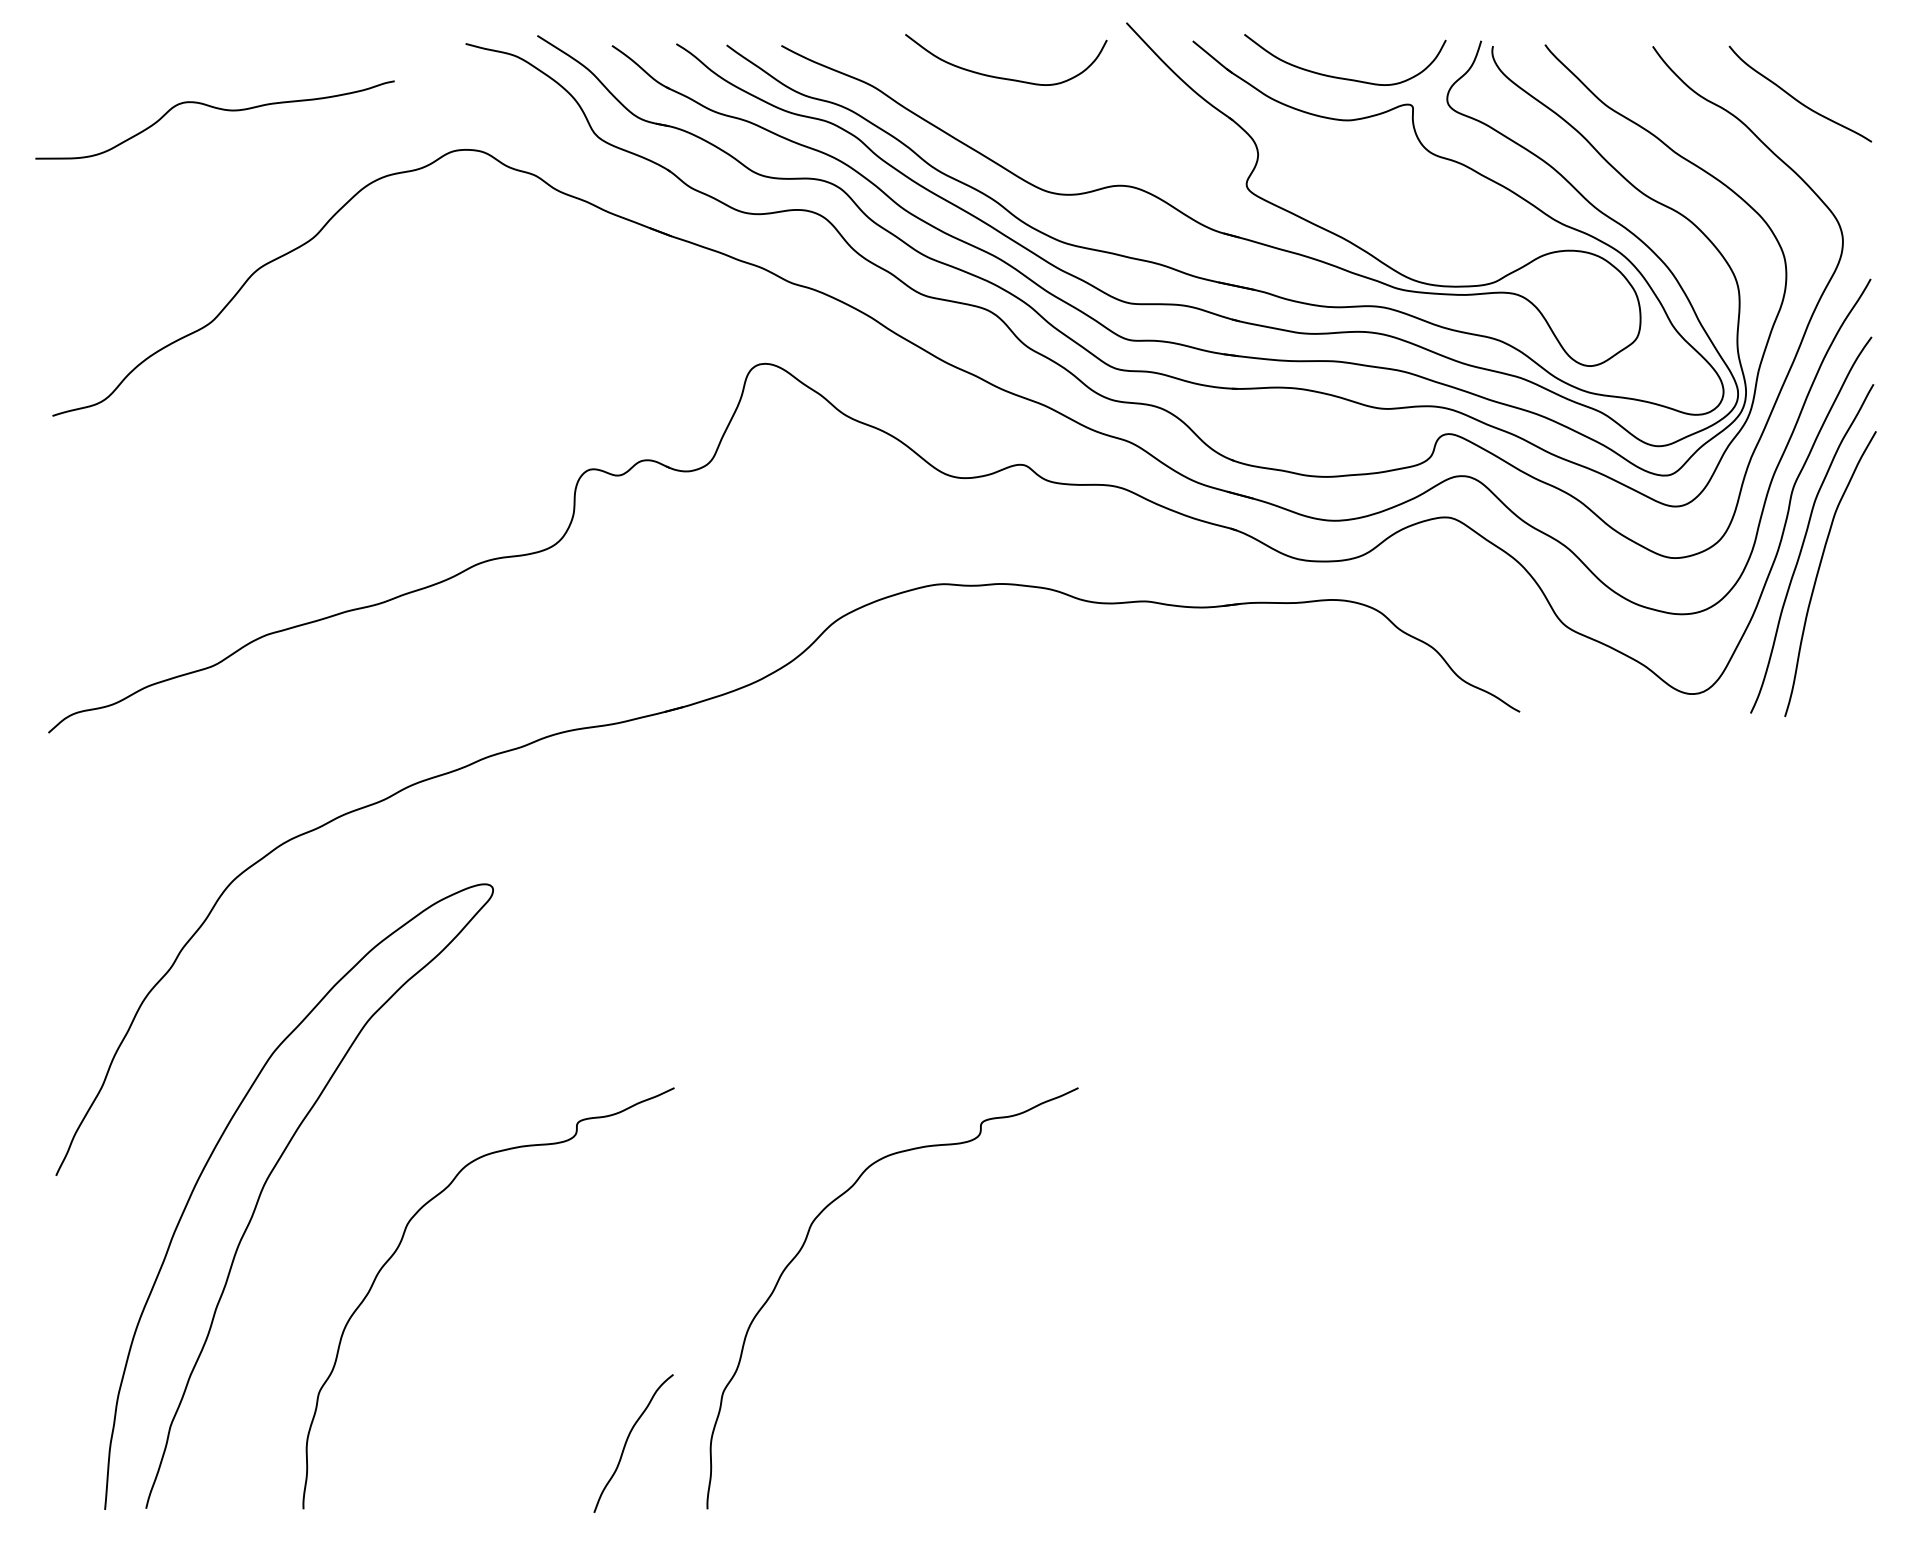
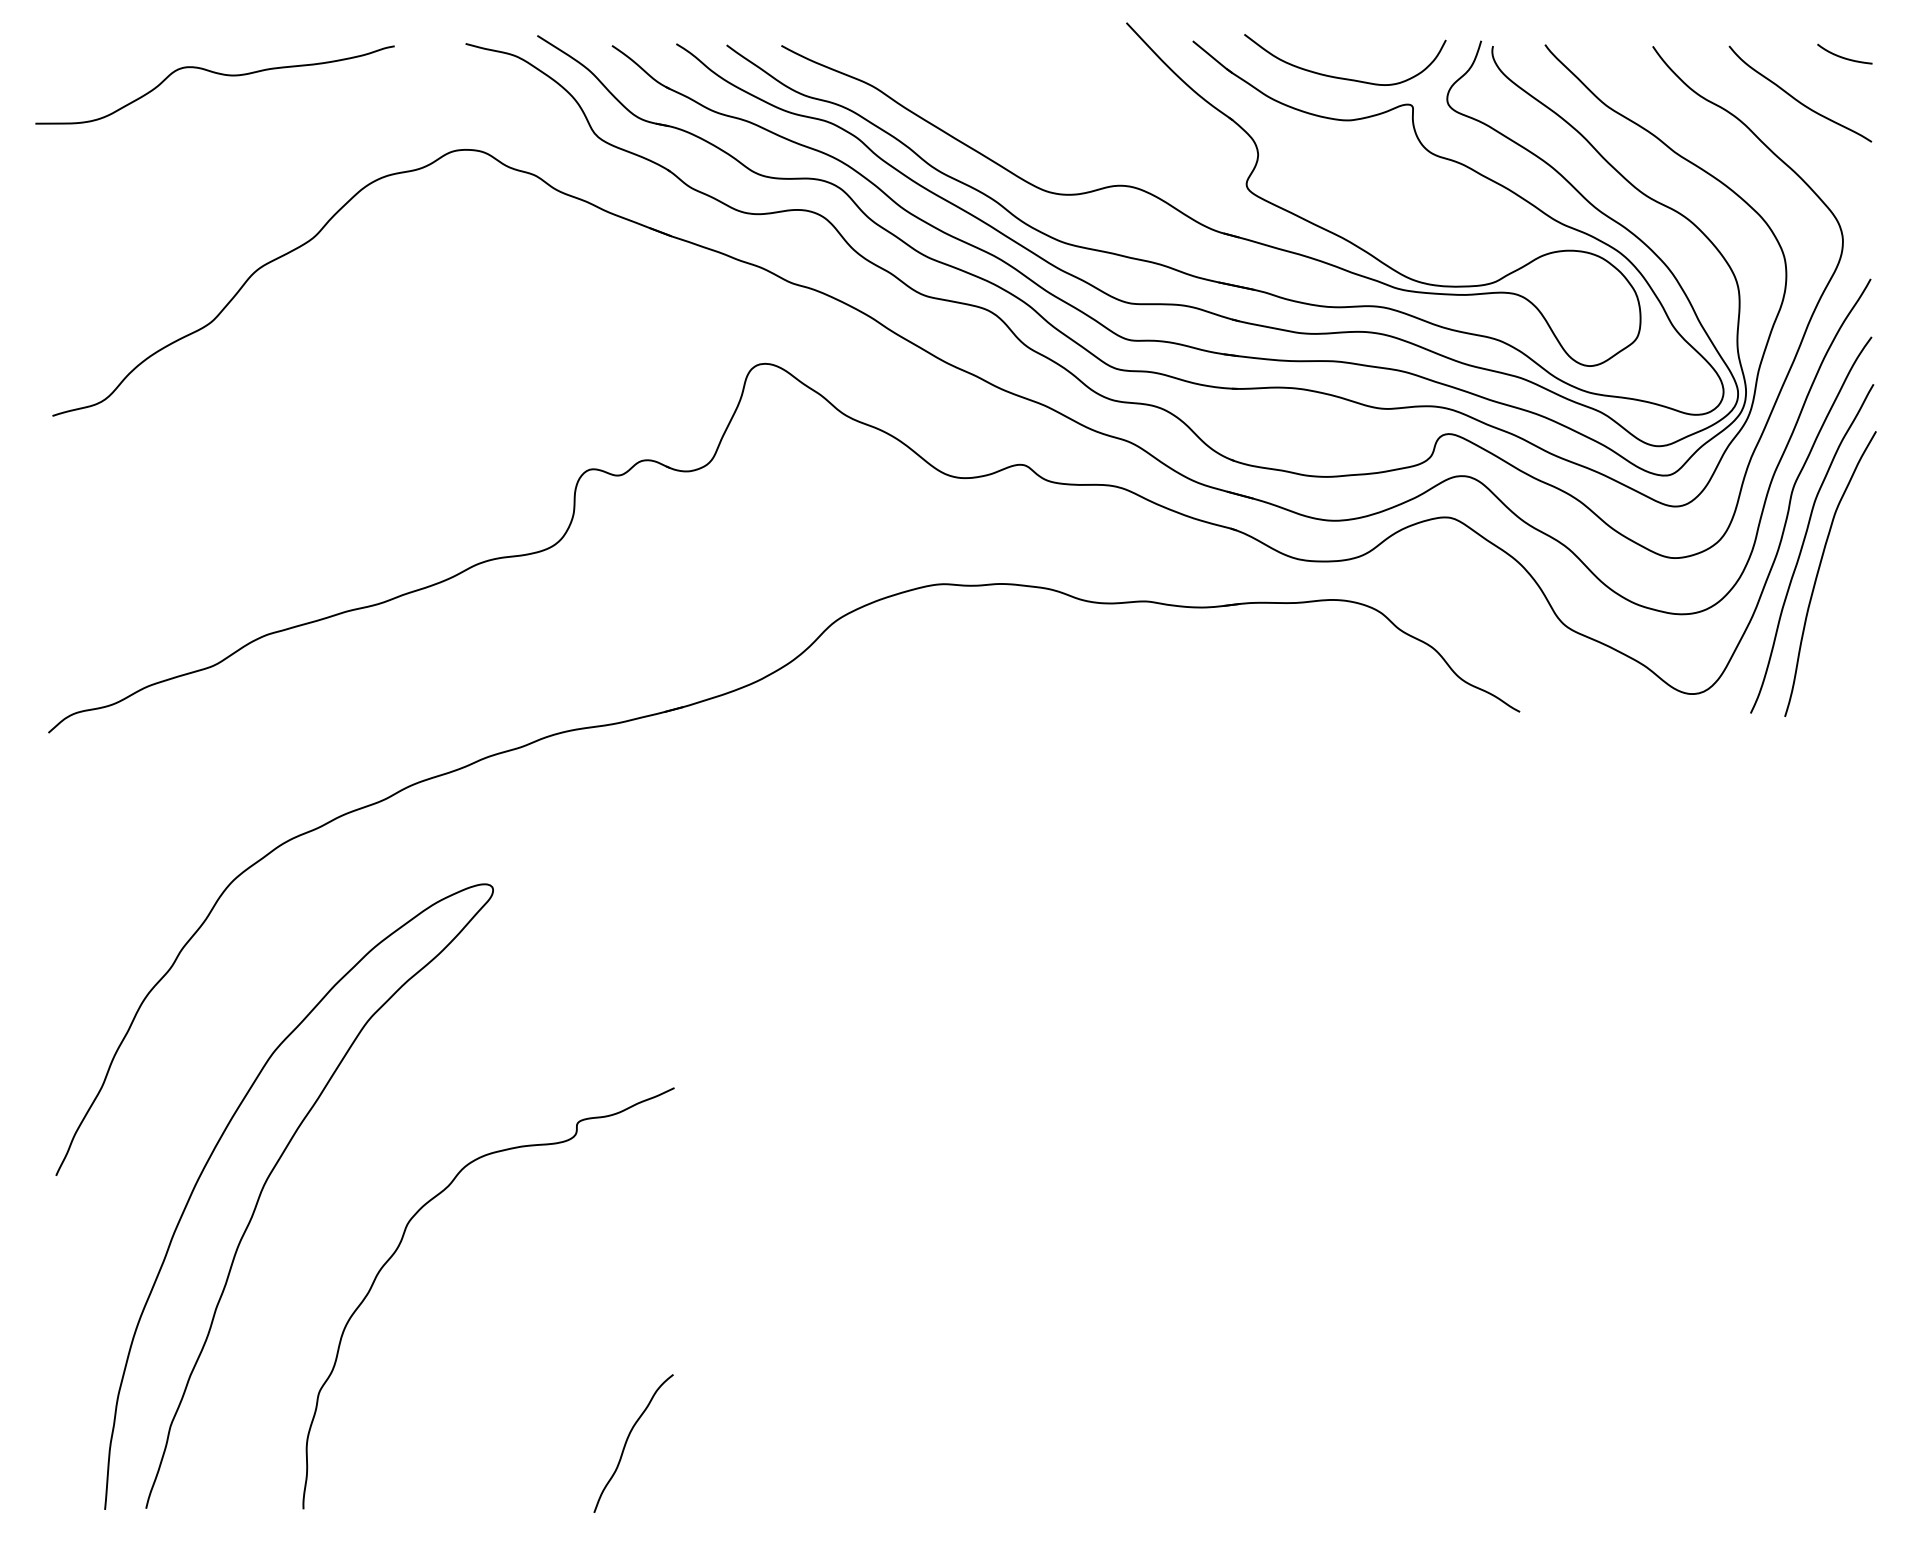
curve at (1842, 56): none -> present
curve at (1004, 77): present -> none
curve at (217, 109) position: (217, 109) -> (217, 74)
curve at (801, 1250): present -> none
